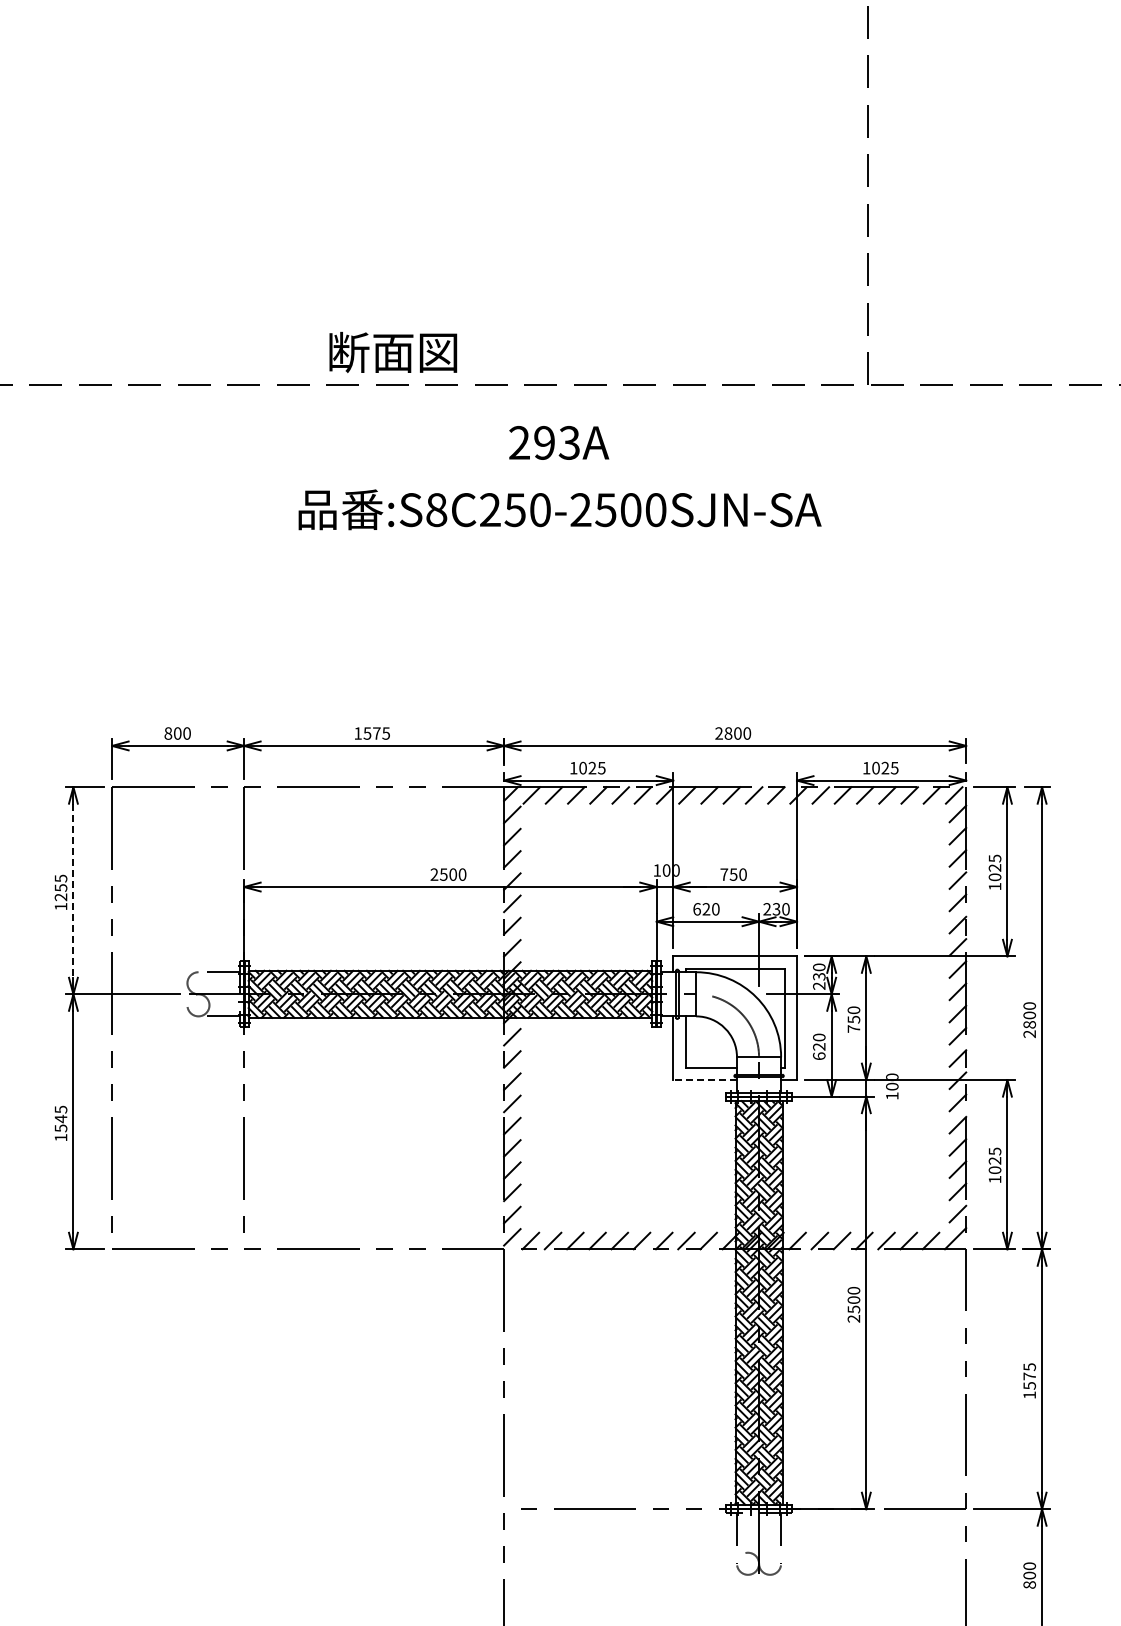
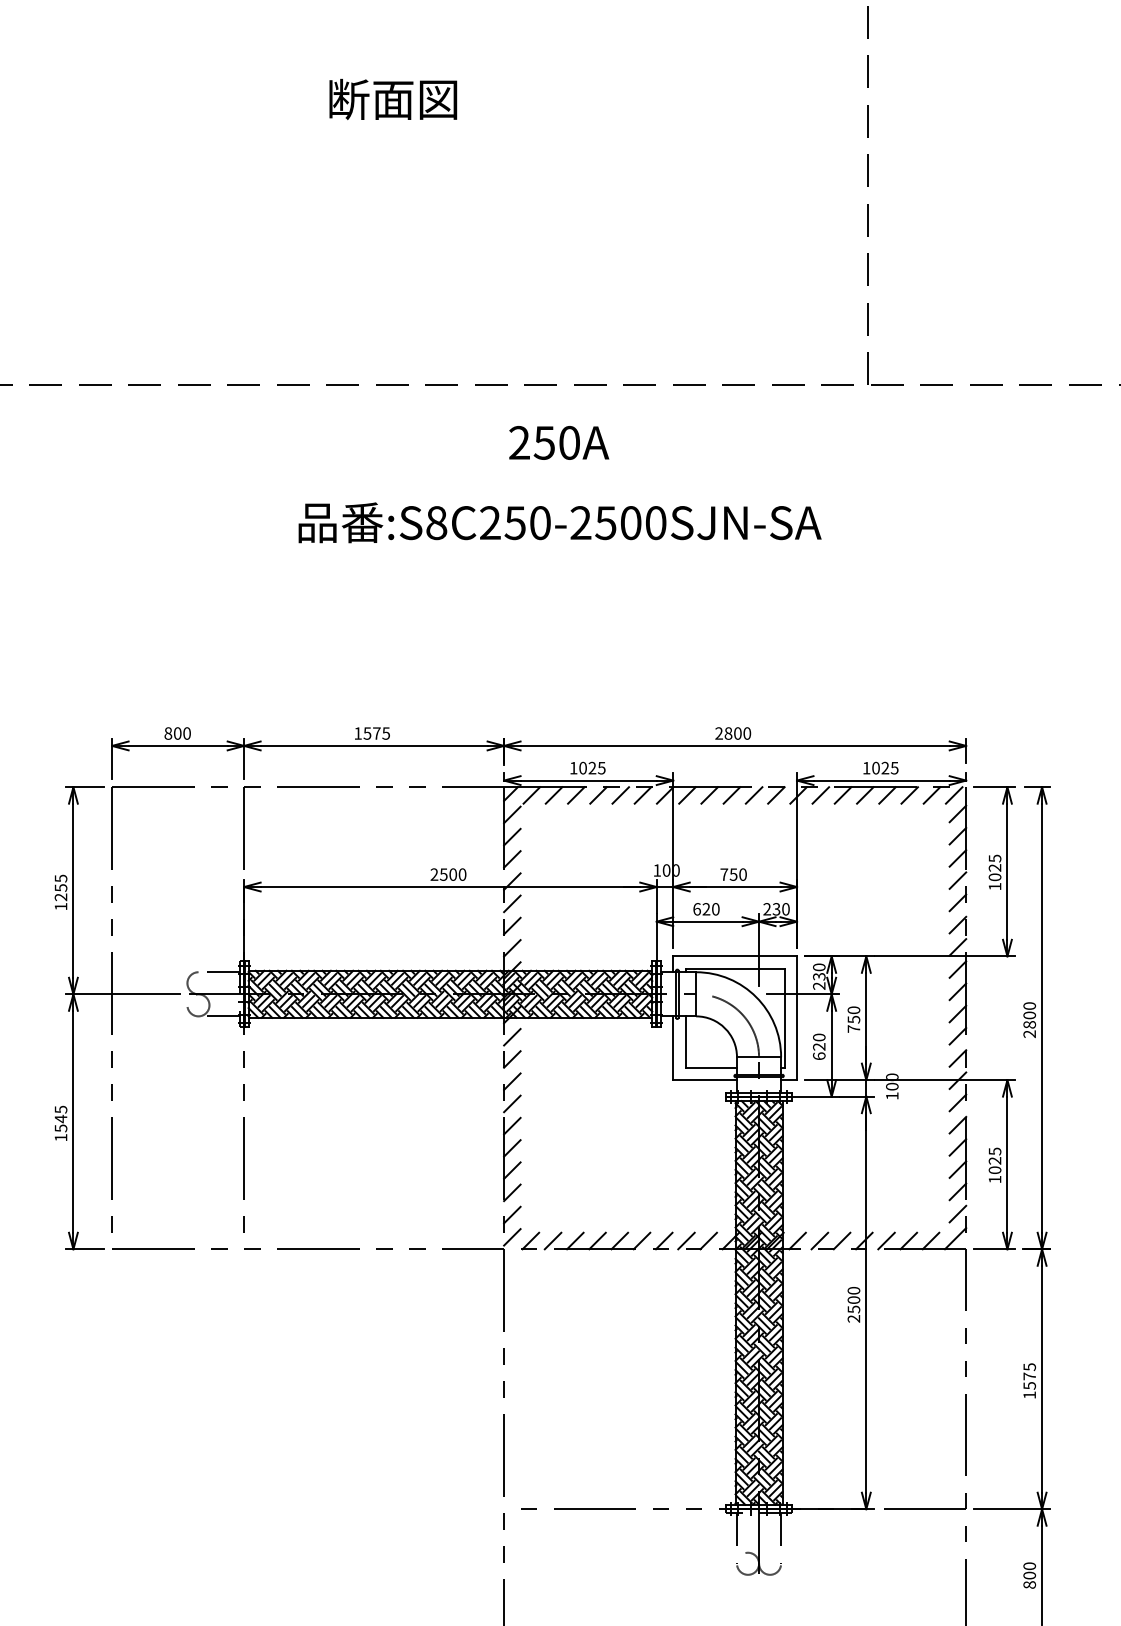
text at (393, 352) position: (393, 352) -> (393, 99)
text at (556, 442): 293A -> 250A
text at (559, 509) position: (559, 509) -> (559, 522)
line at (73, 891): dashed -> solid
line at (705, 1080): dashed -> solid
